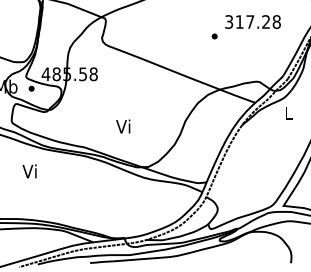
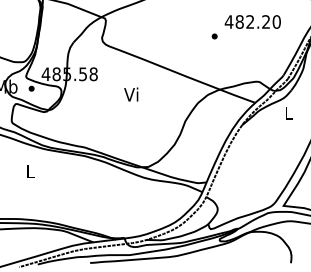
text at (252, 21): 317.28 -> 482.20
text at (123, 126) position: (123, 126) -> (131, 94)
text at (29, 171): Vi -> L
